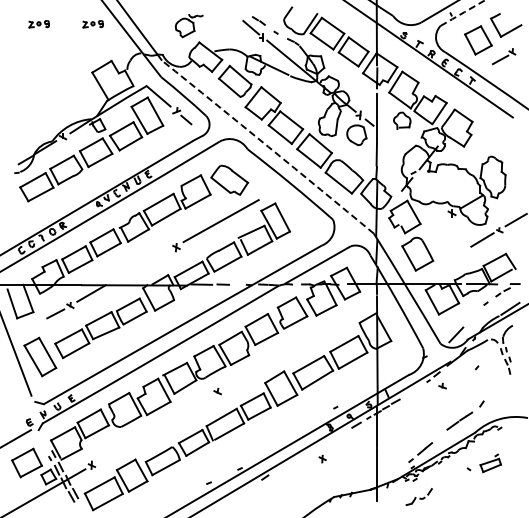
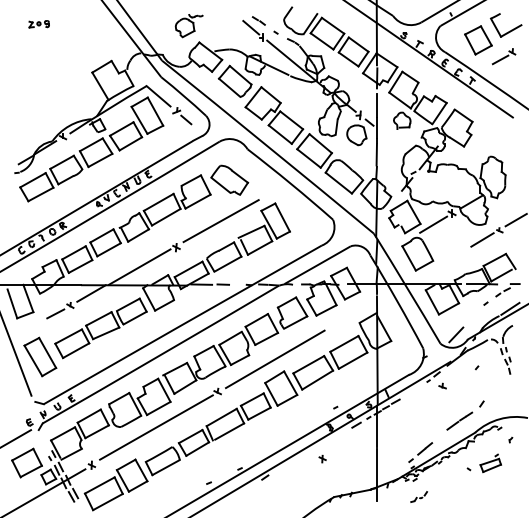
arc at (462, 13): dashed -> solid
part at (92, 24): present -> none
arc at (268, 146): dashed -> solid
line at (433, 224): none -> present
line at (139, 266): none -> present
line at (274, 359): none -> present
line at (156, 427): none -> present
part at (510, 439): none -> present
part at (418, 496) size: 28x18 px -> 18x12 px
